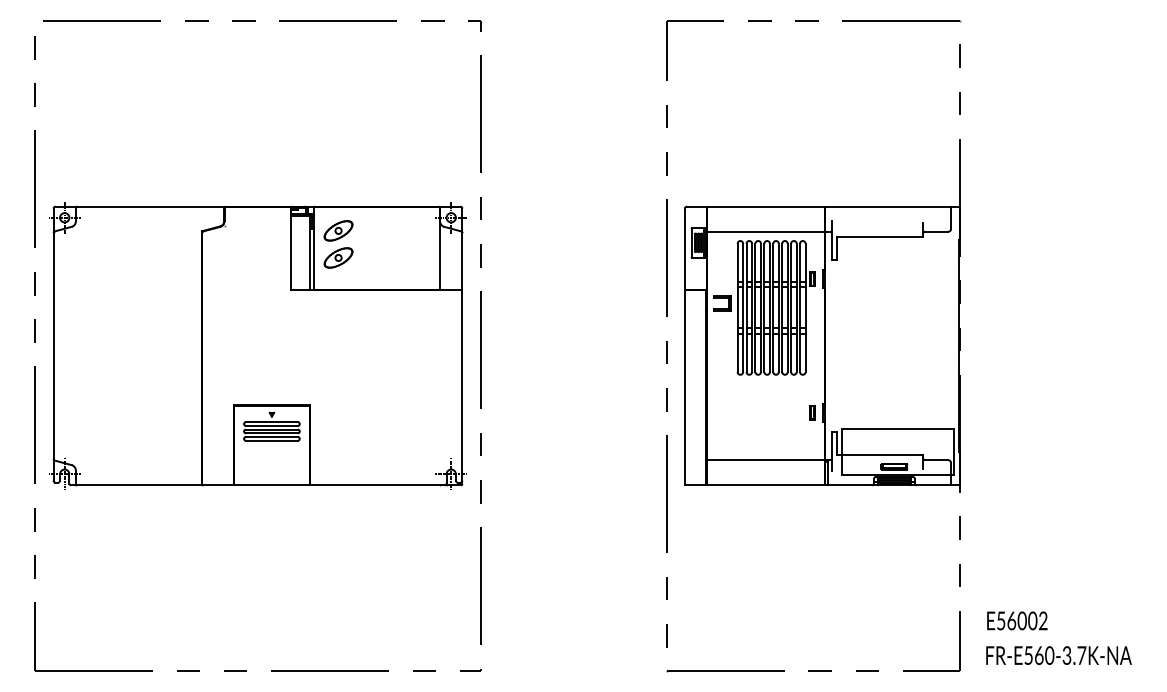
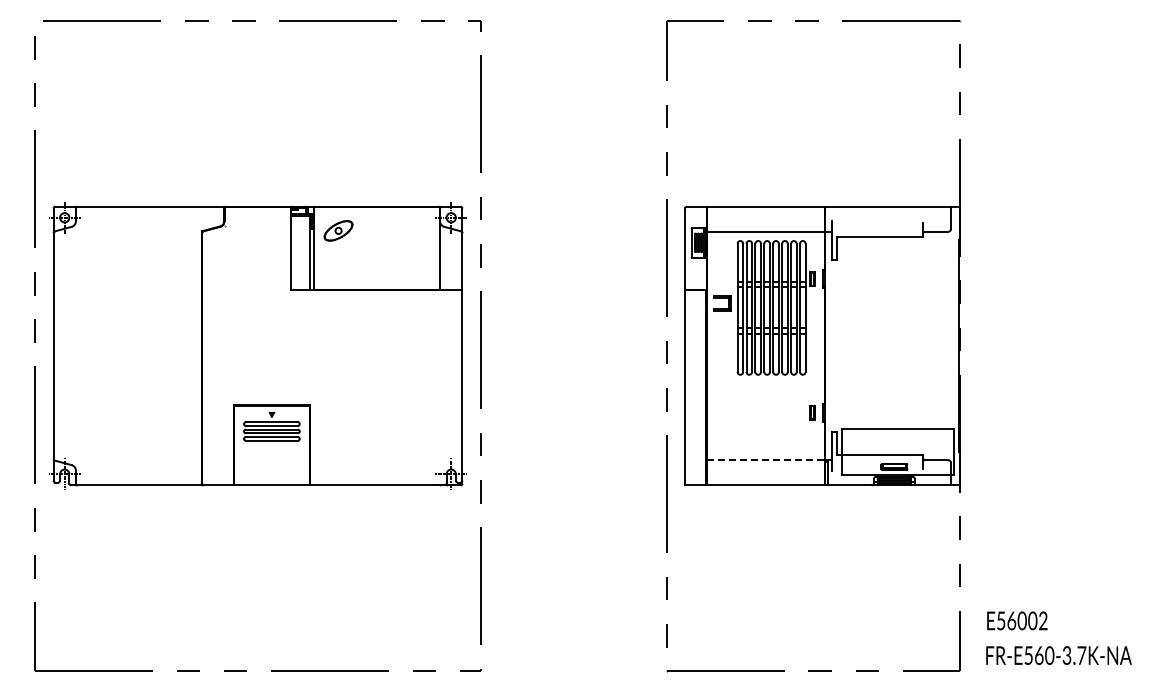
part at (338, 257): present -> none
line at (766, 460): solid -> dashed
